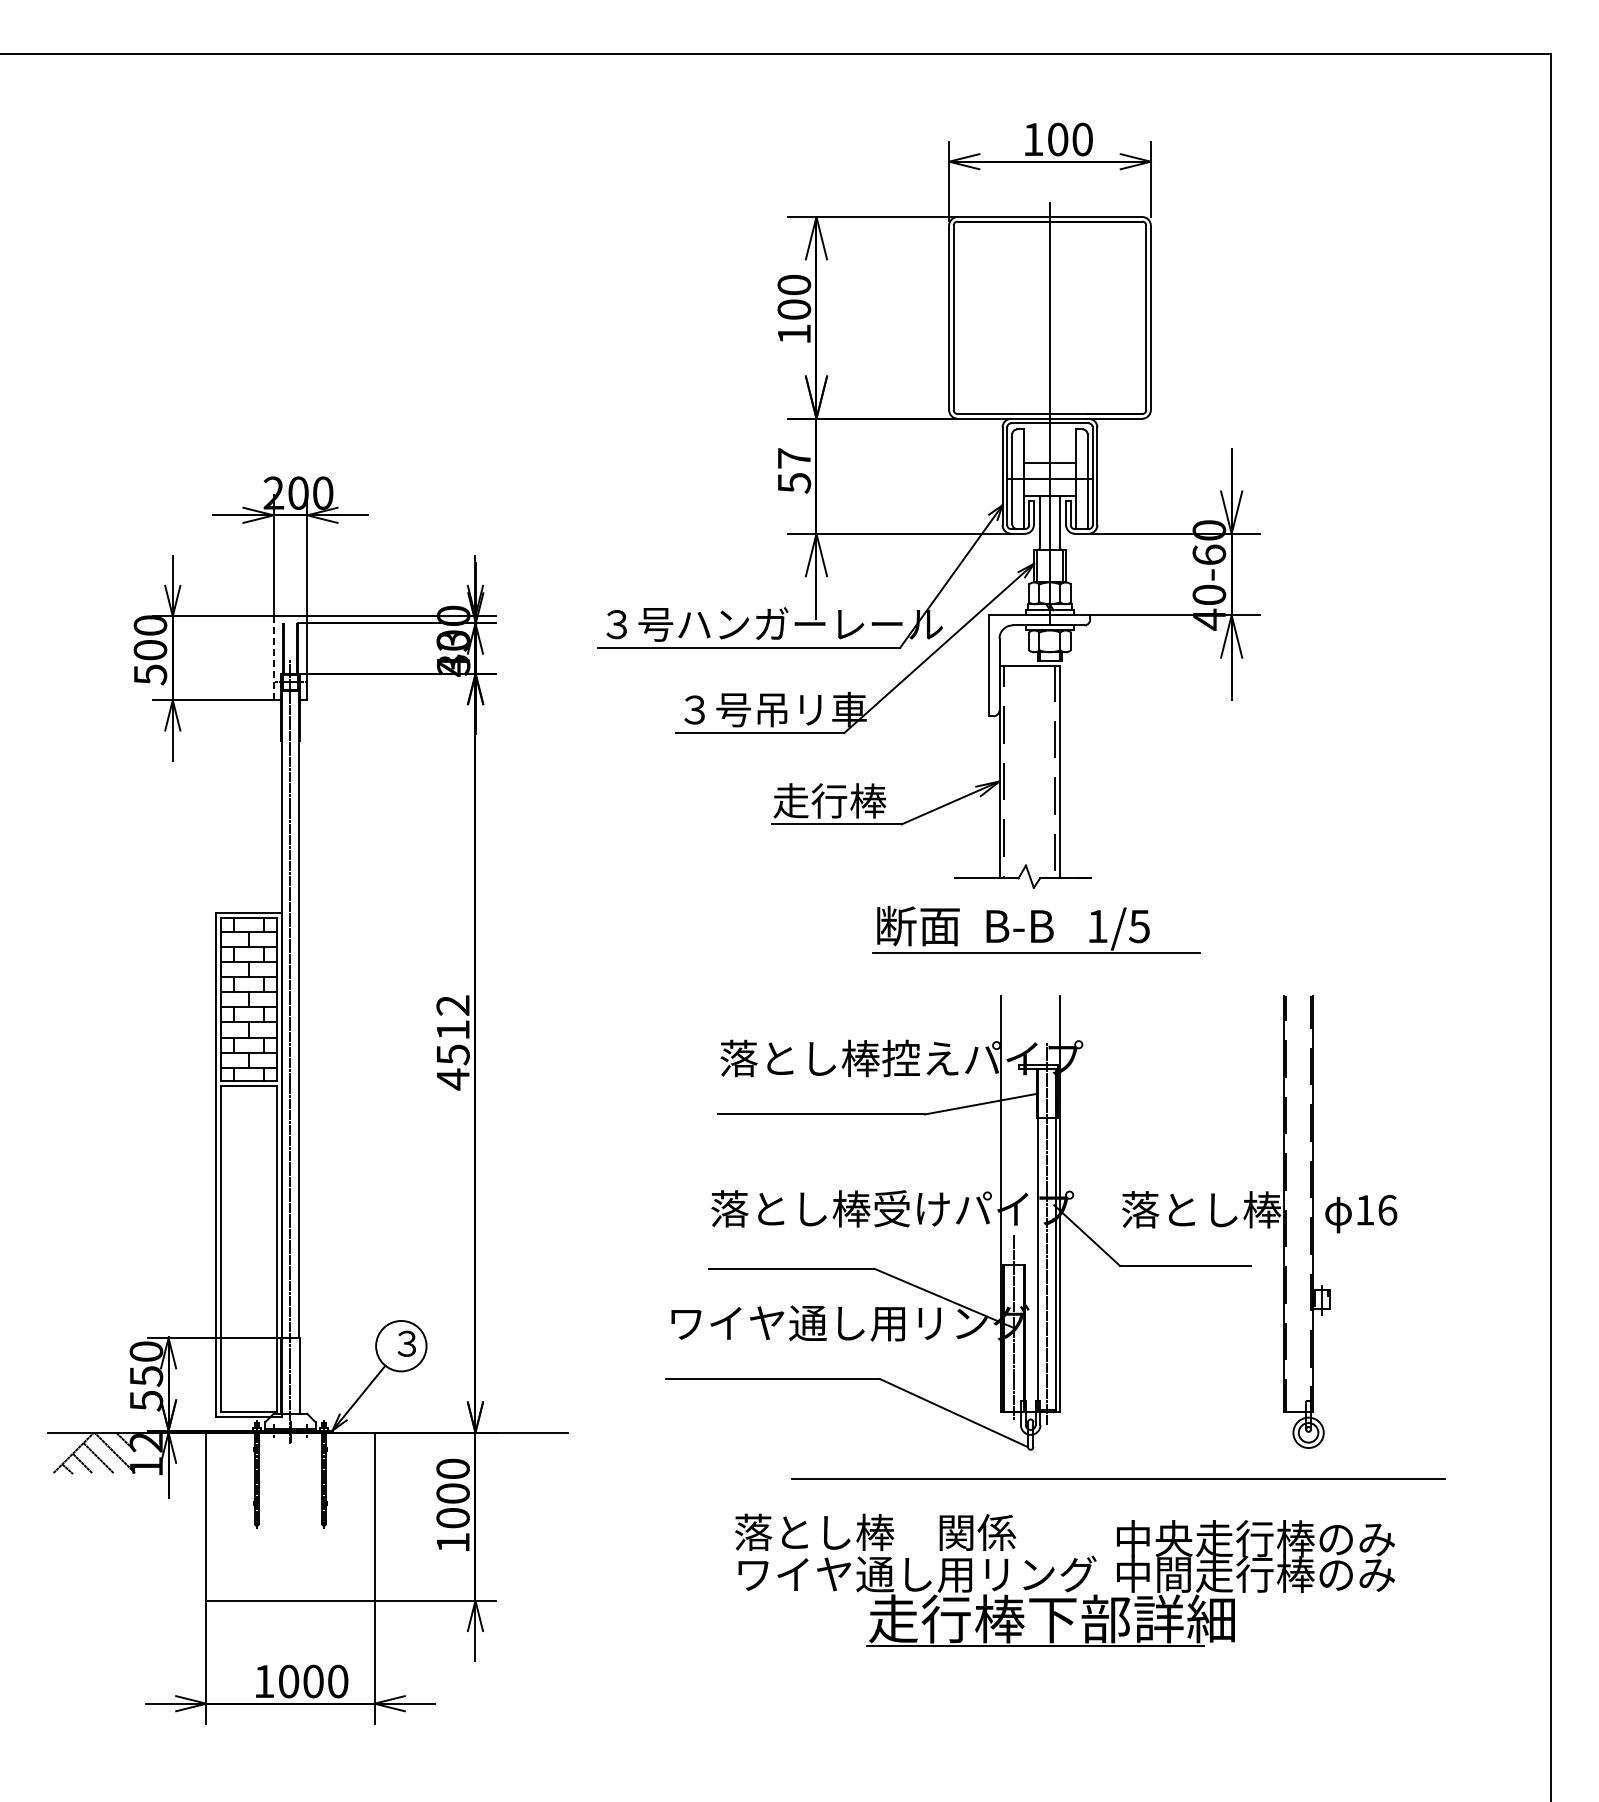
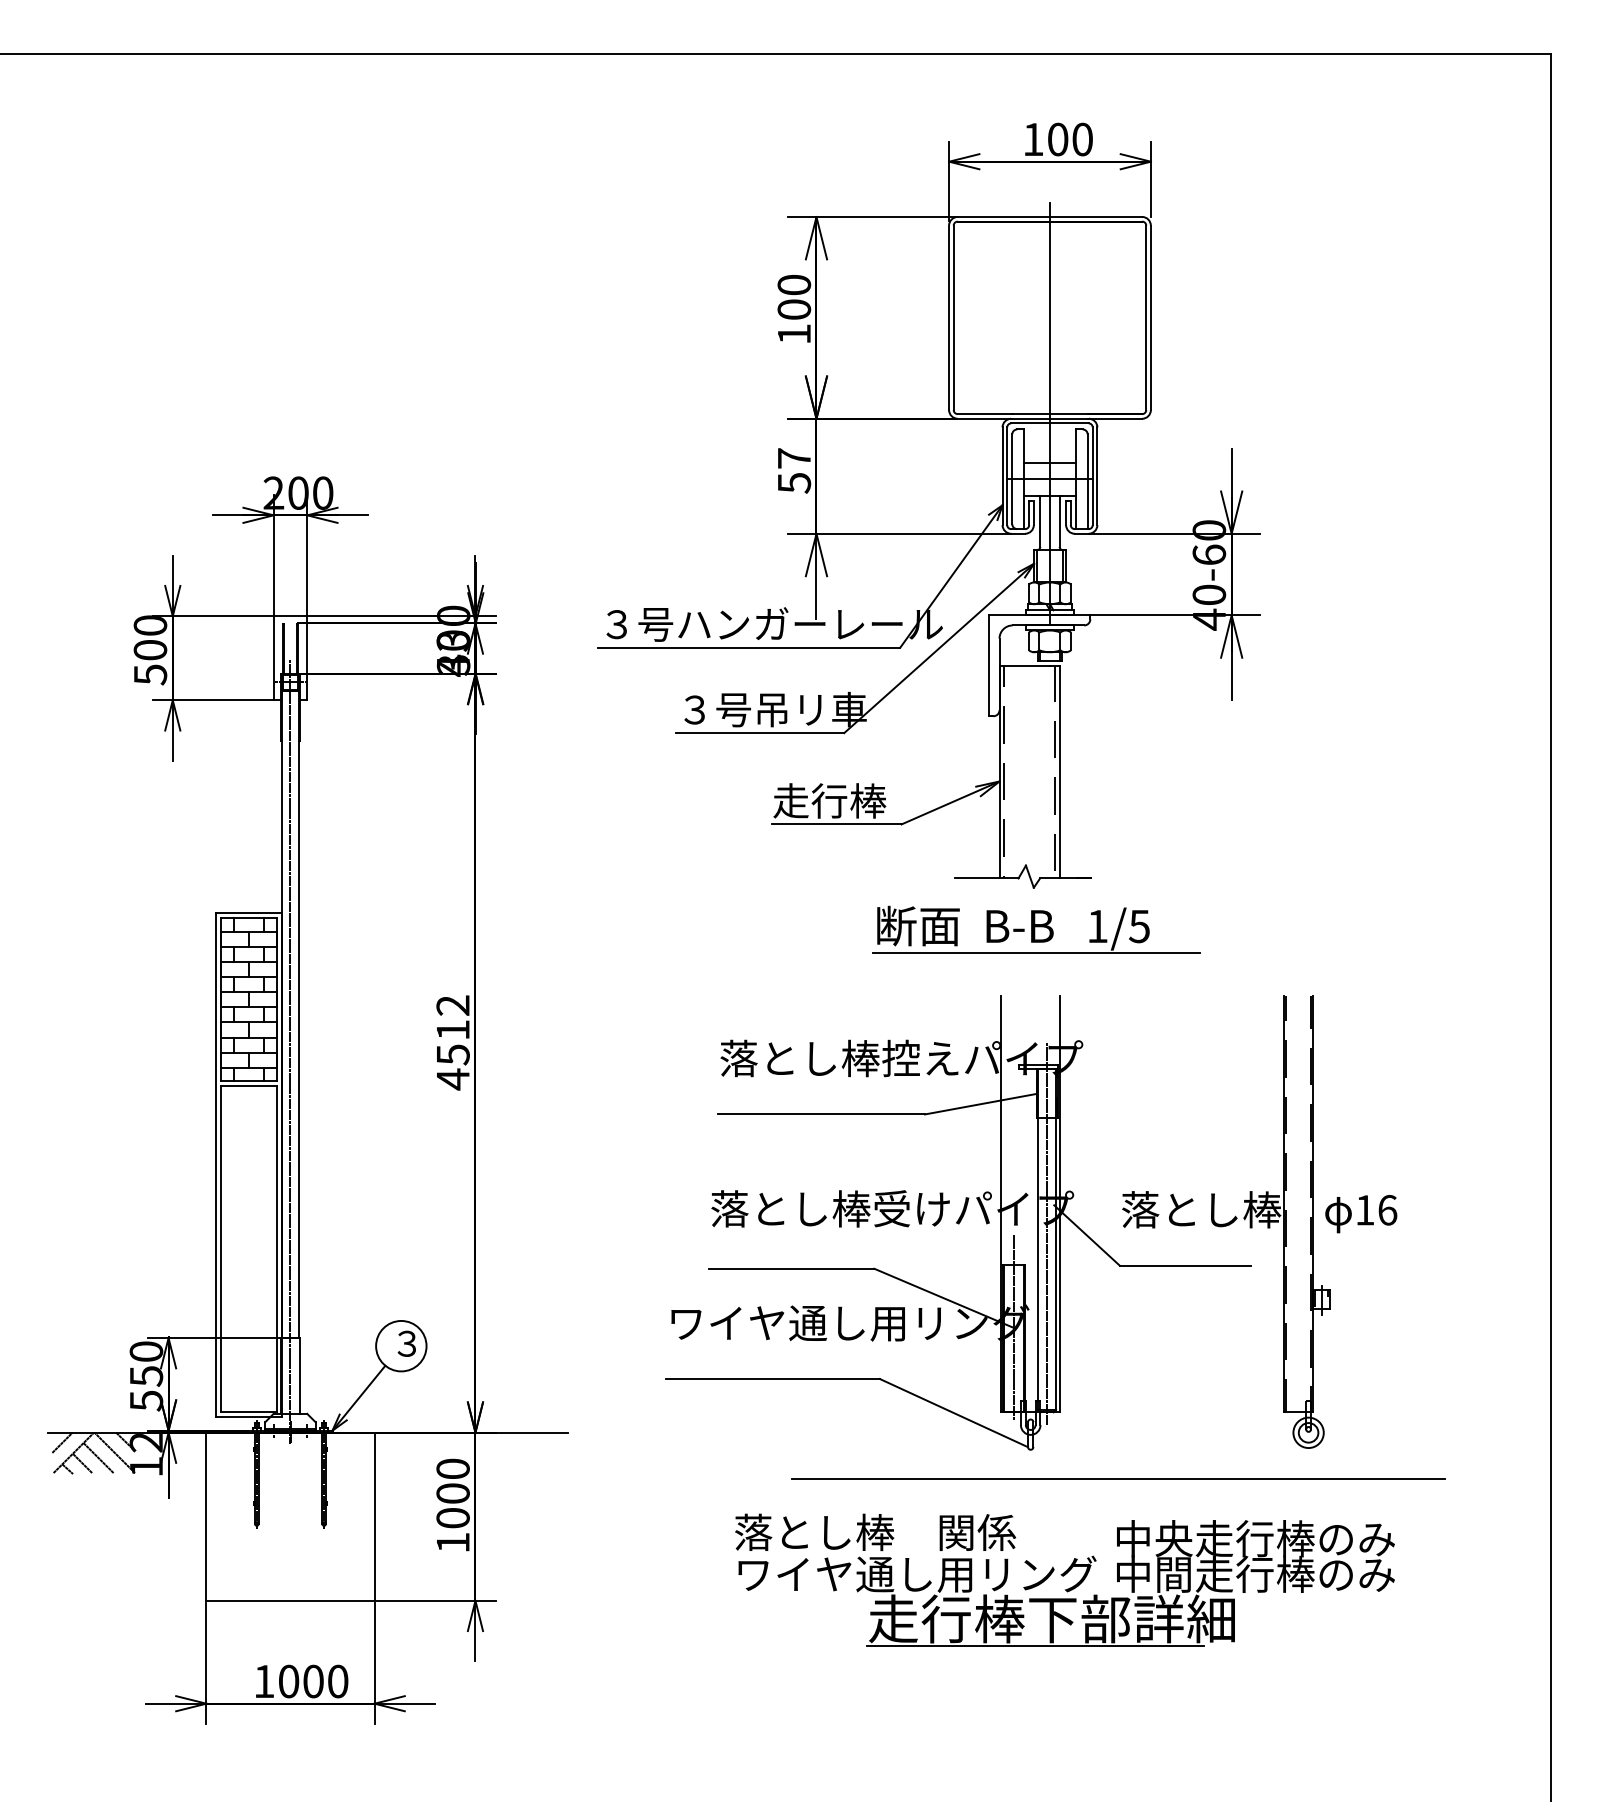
line at (273, 657): dashed -> solid
line at (62, 1442): none -> present
